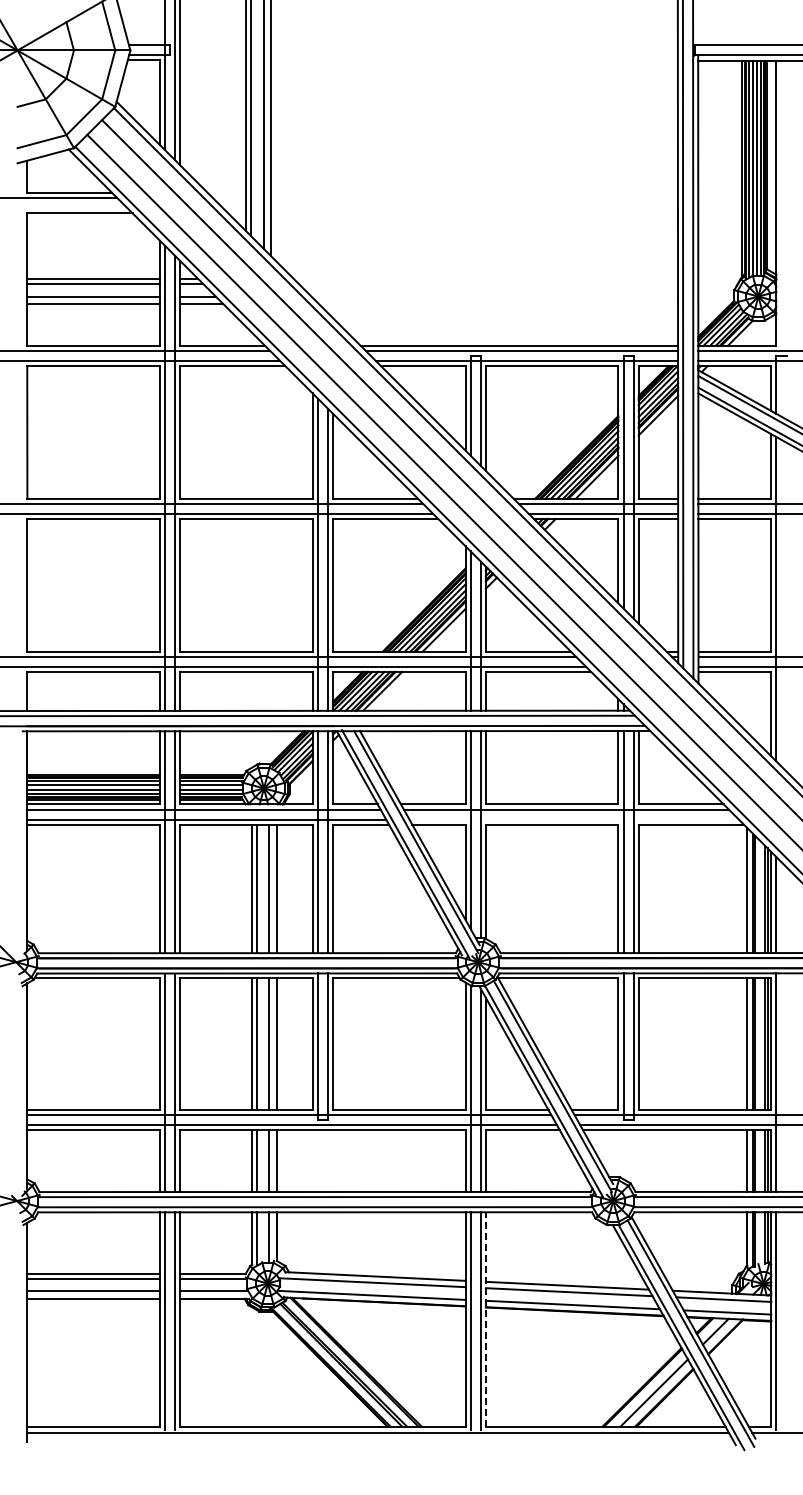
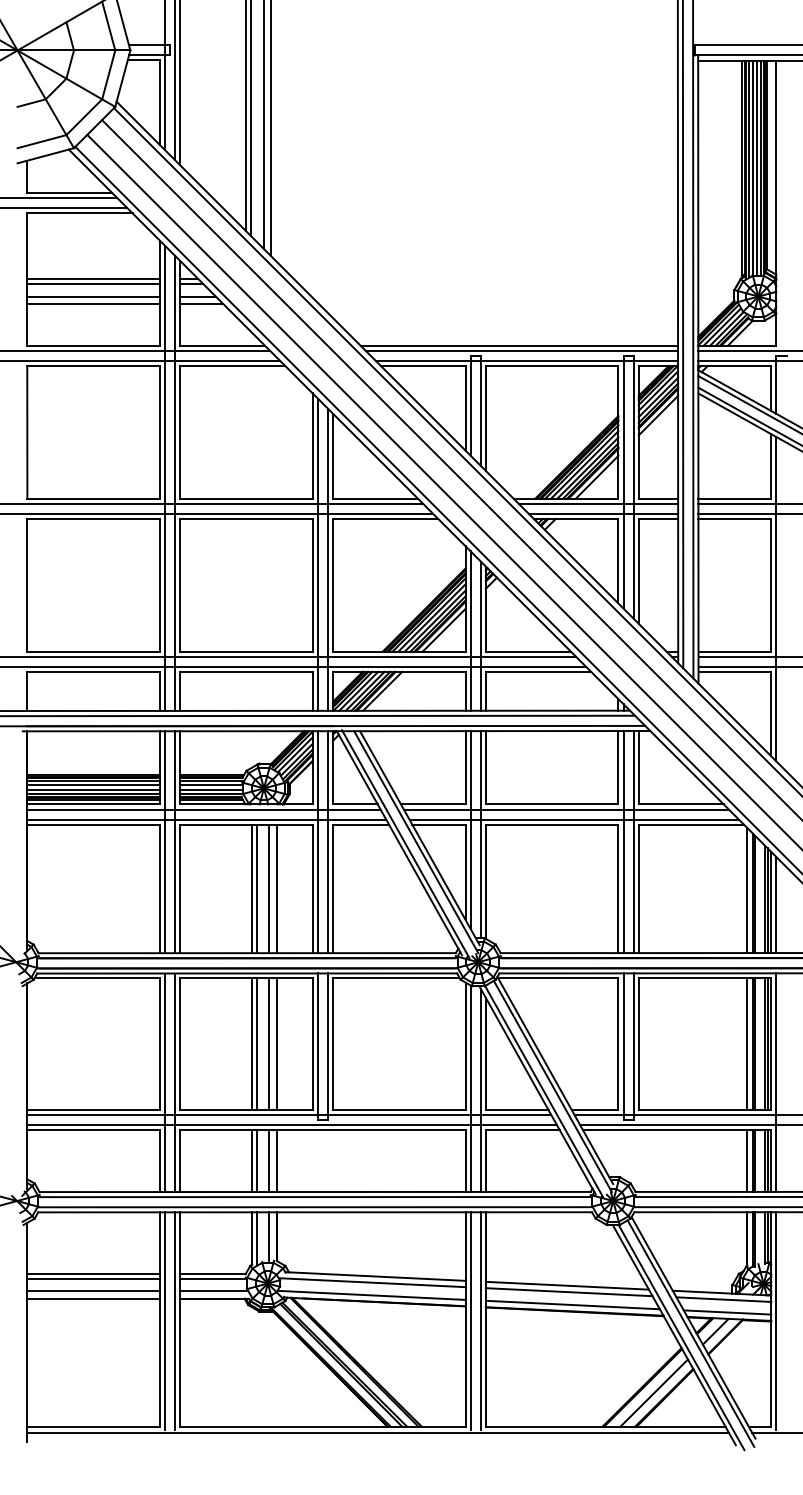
line at (64, 208): none -> present
line at (573, 819): none -> present
line at (485, 1319): dashed -> solid
